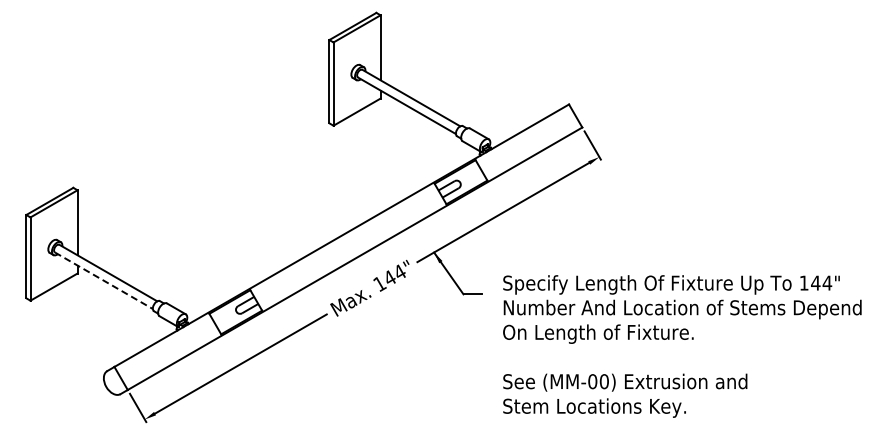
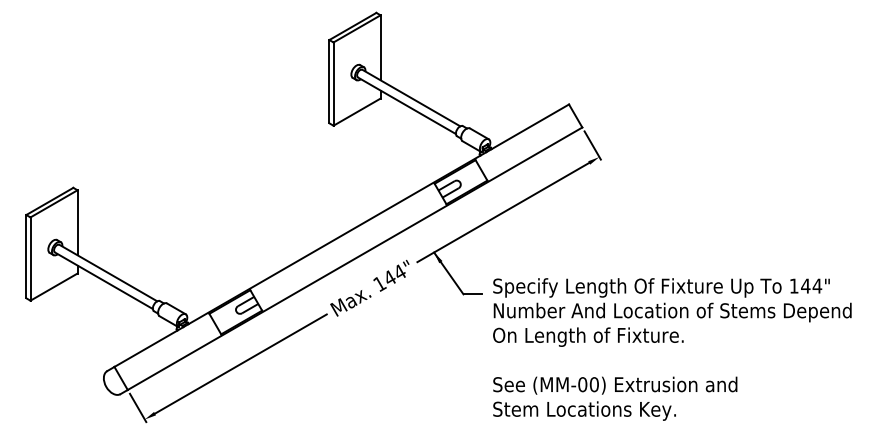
line at (103, 280): dashed -> solid
text at (682, 346) position: (682, 346) -> (672, 349)
